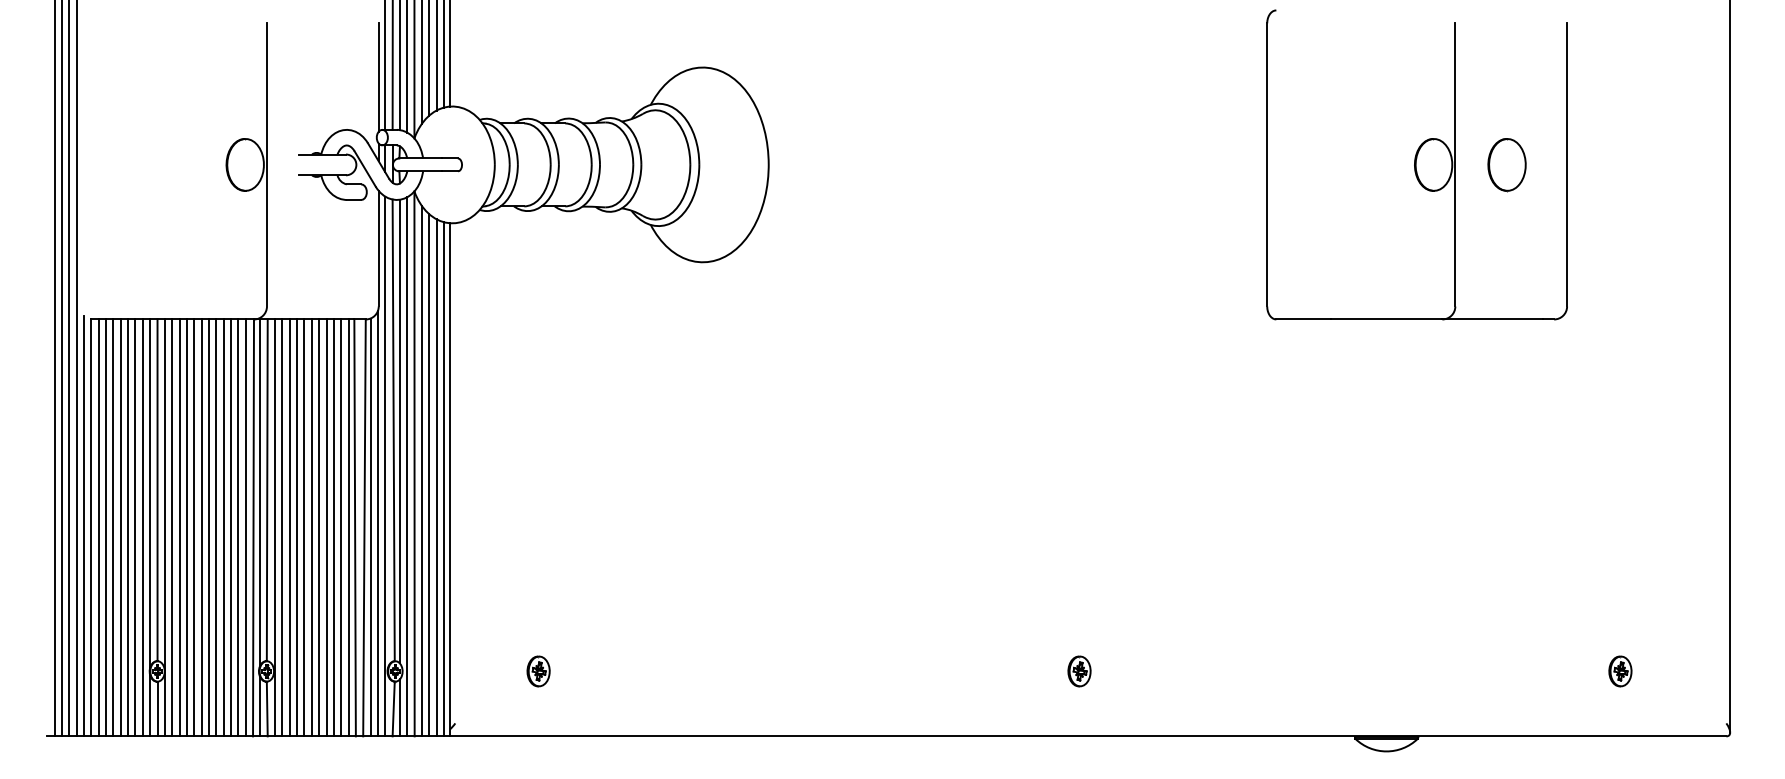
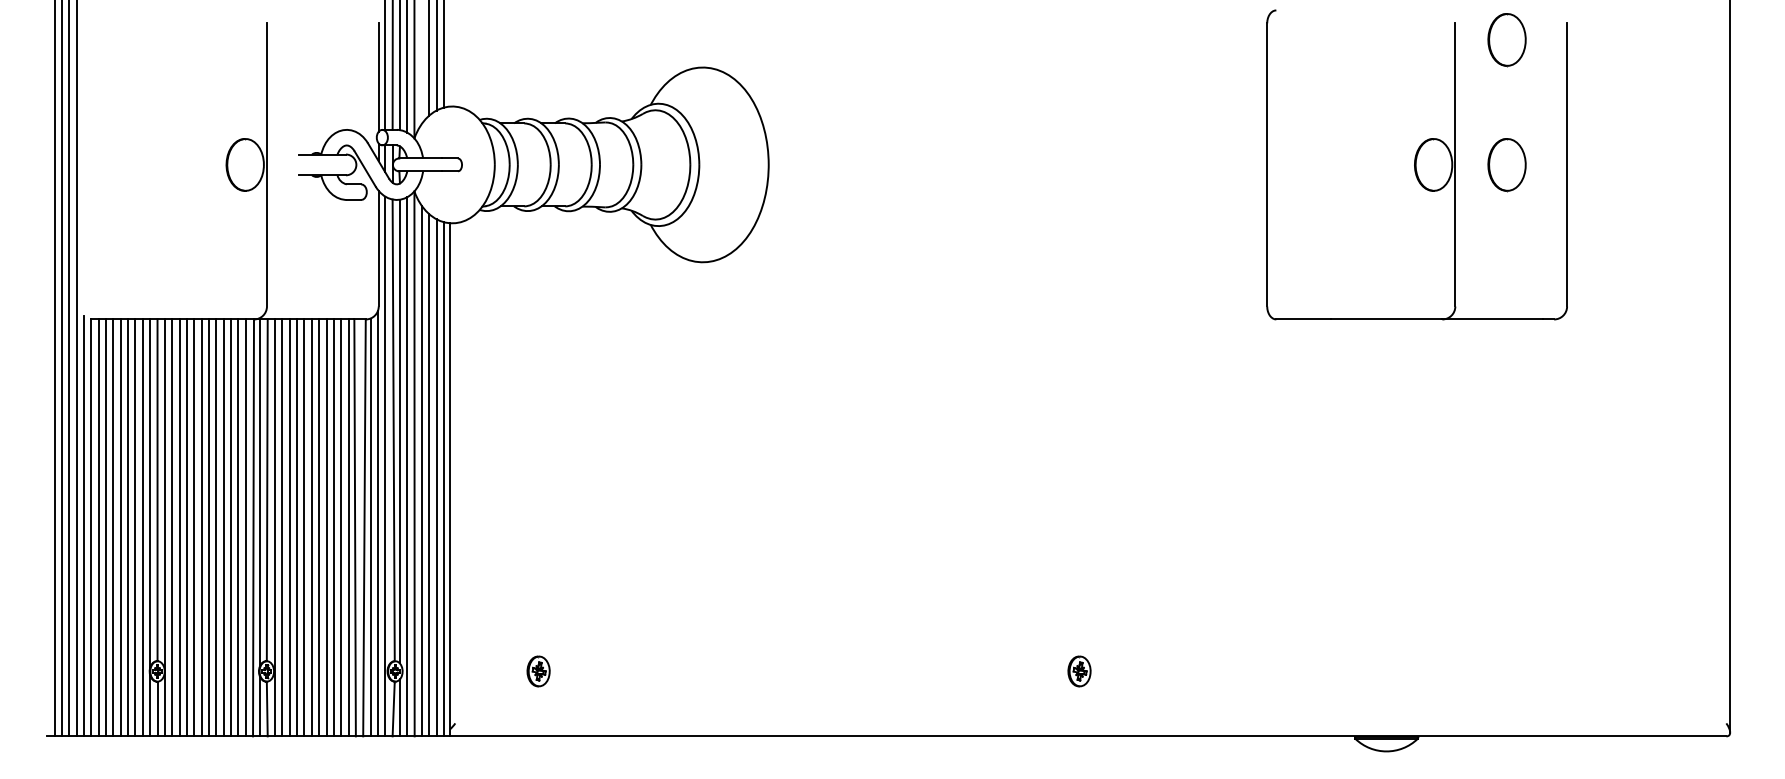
part at (1506, 40): none -> present
line at (449, 54): present -> none
line at (422, 62): present -> none
part at (1620, 671): present -> none
